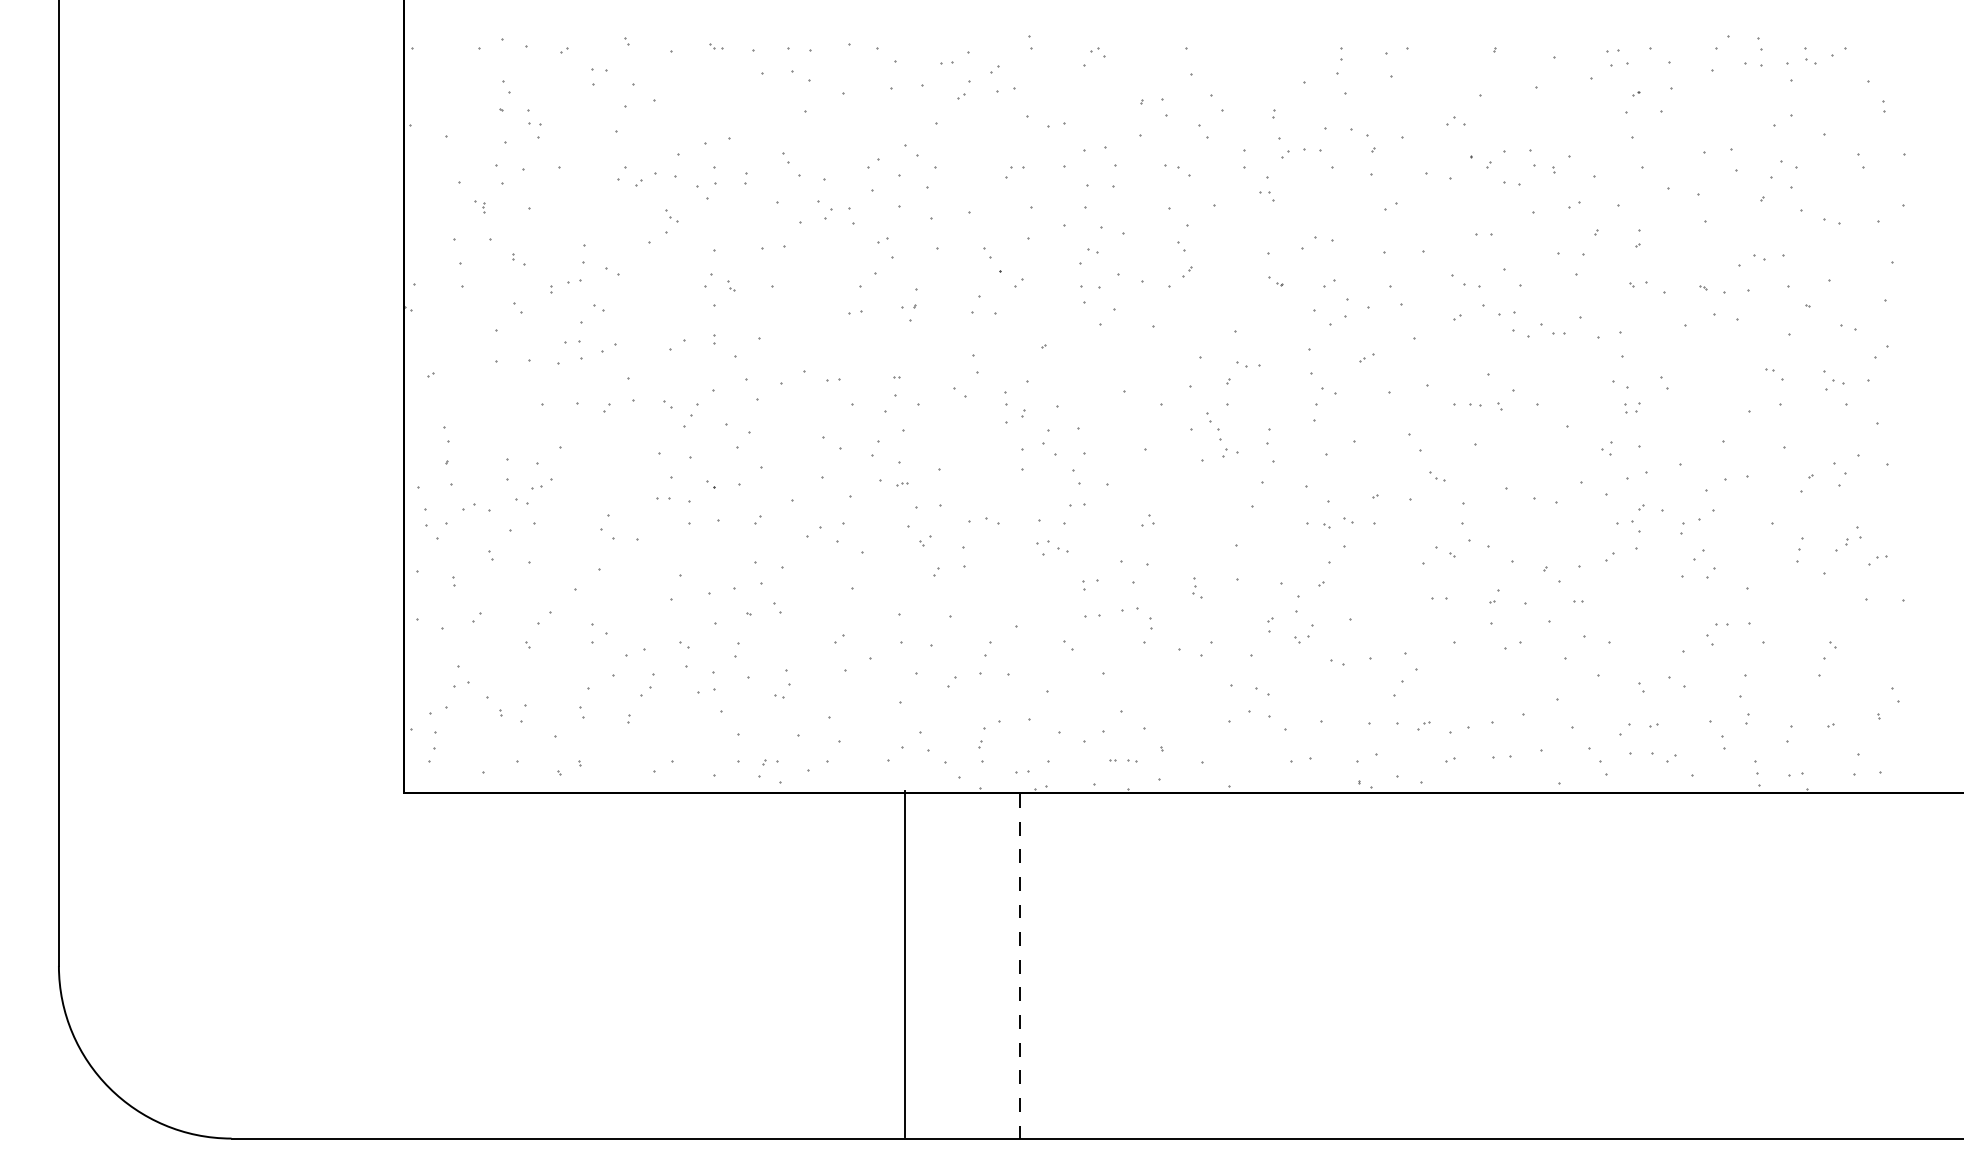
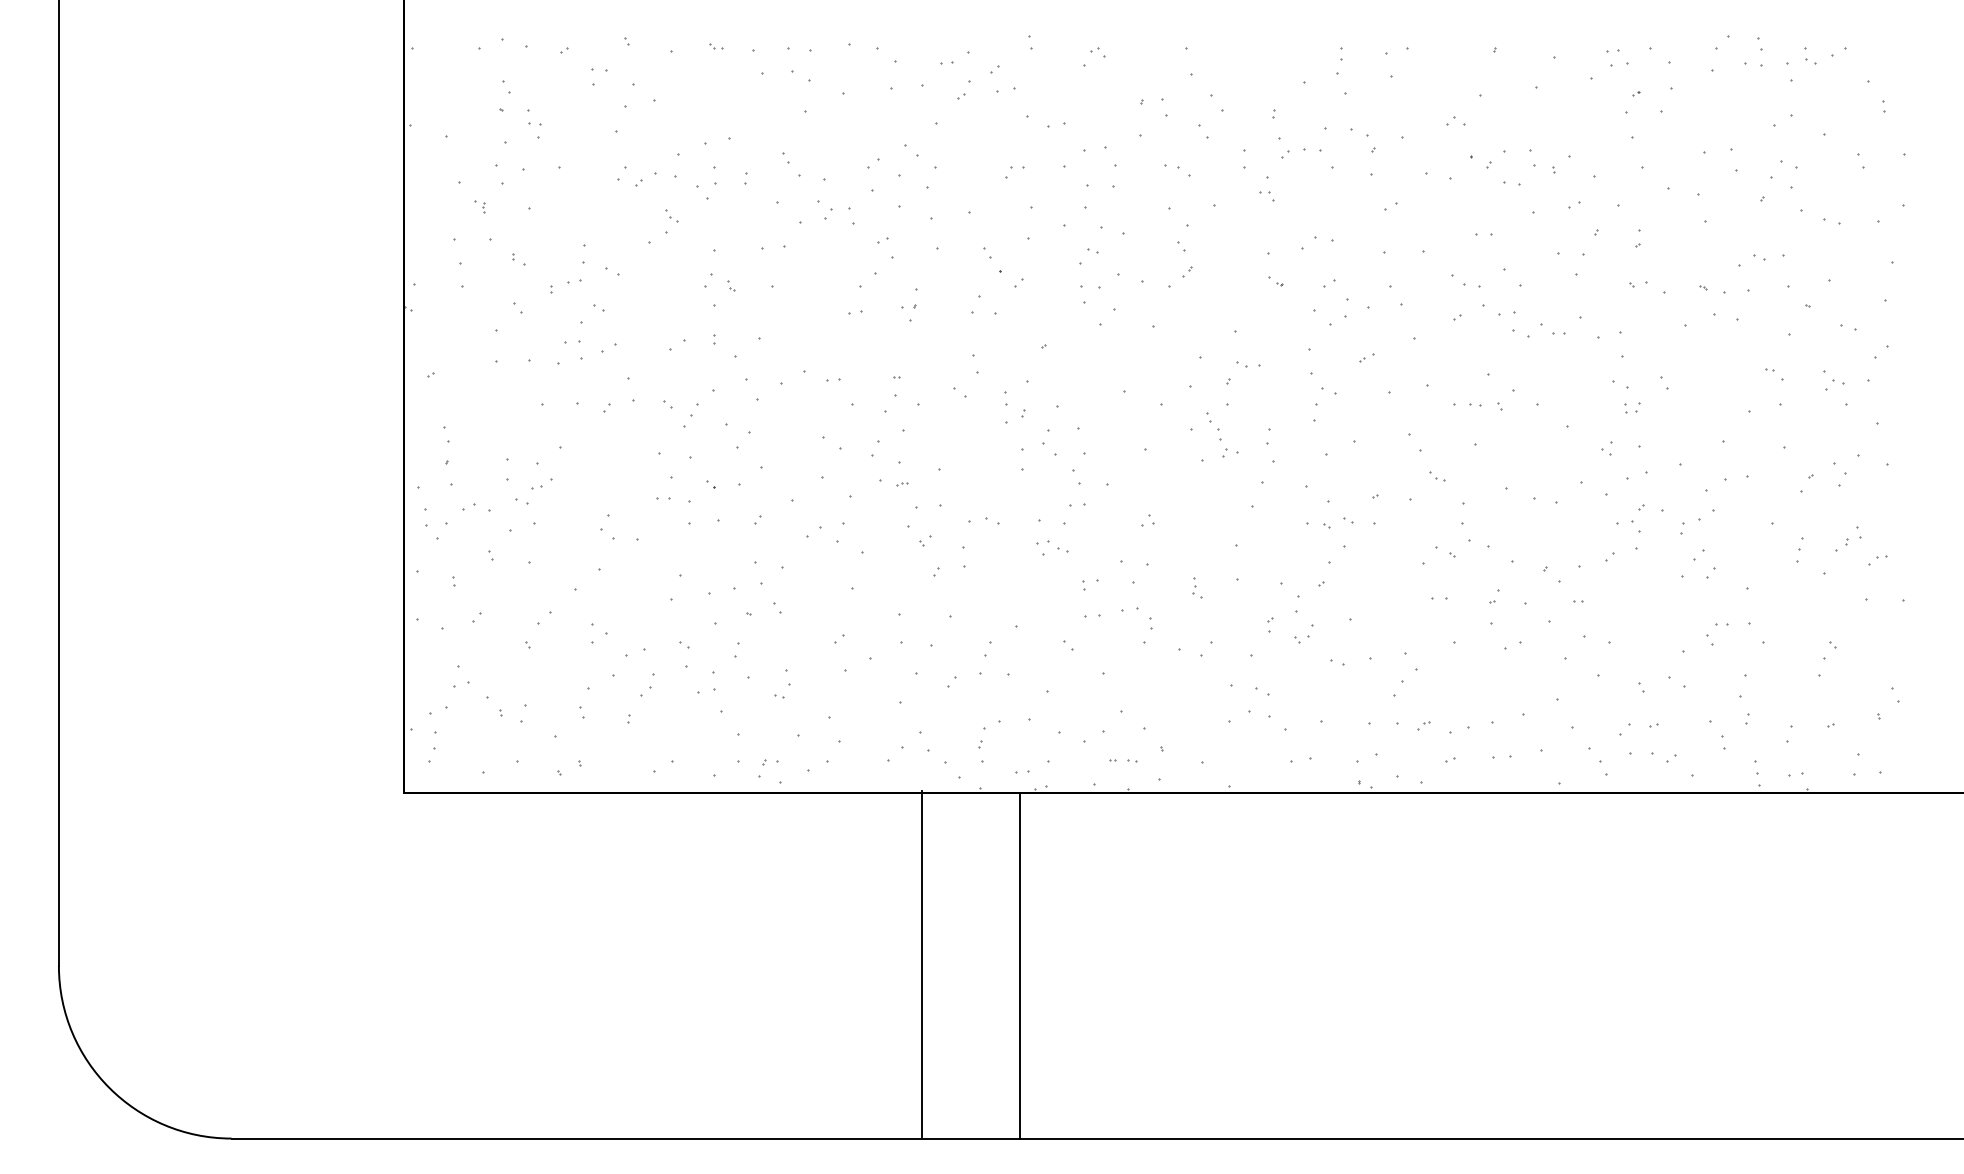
line at (905, 963) position: (905, 963) -> (922, 963)
line at (1019, 966): dashed -> solid
